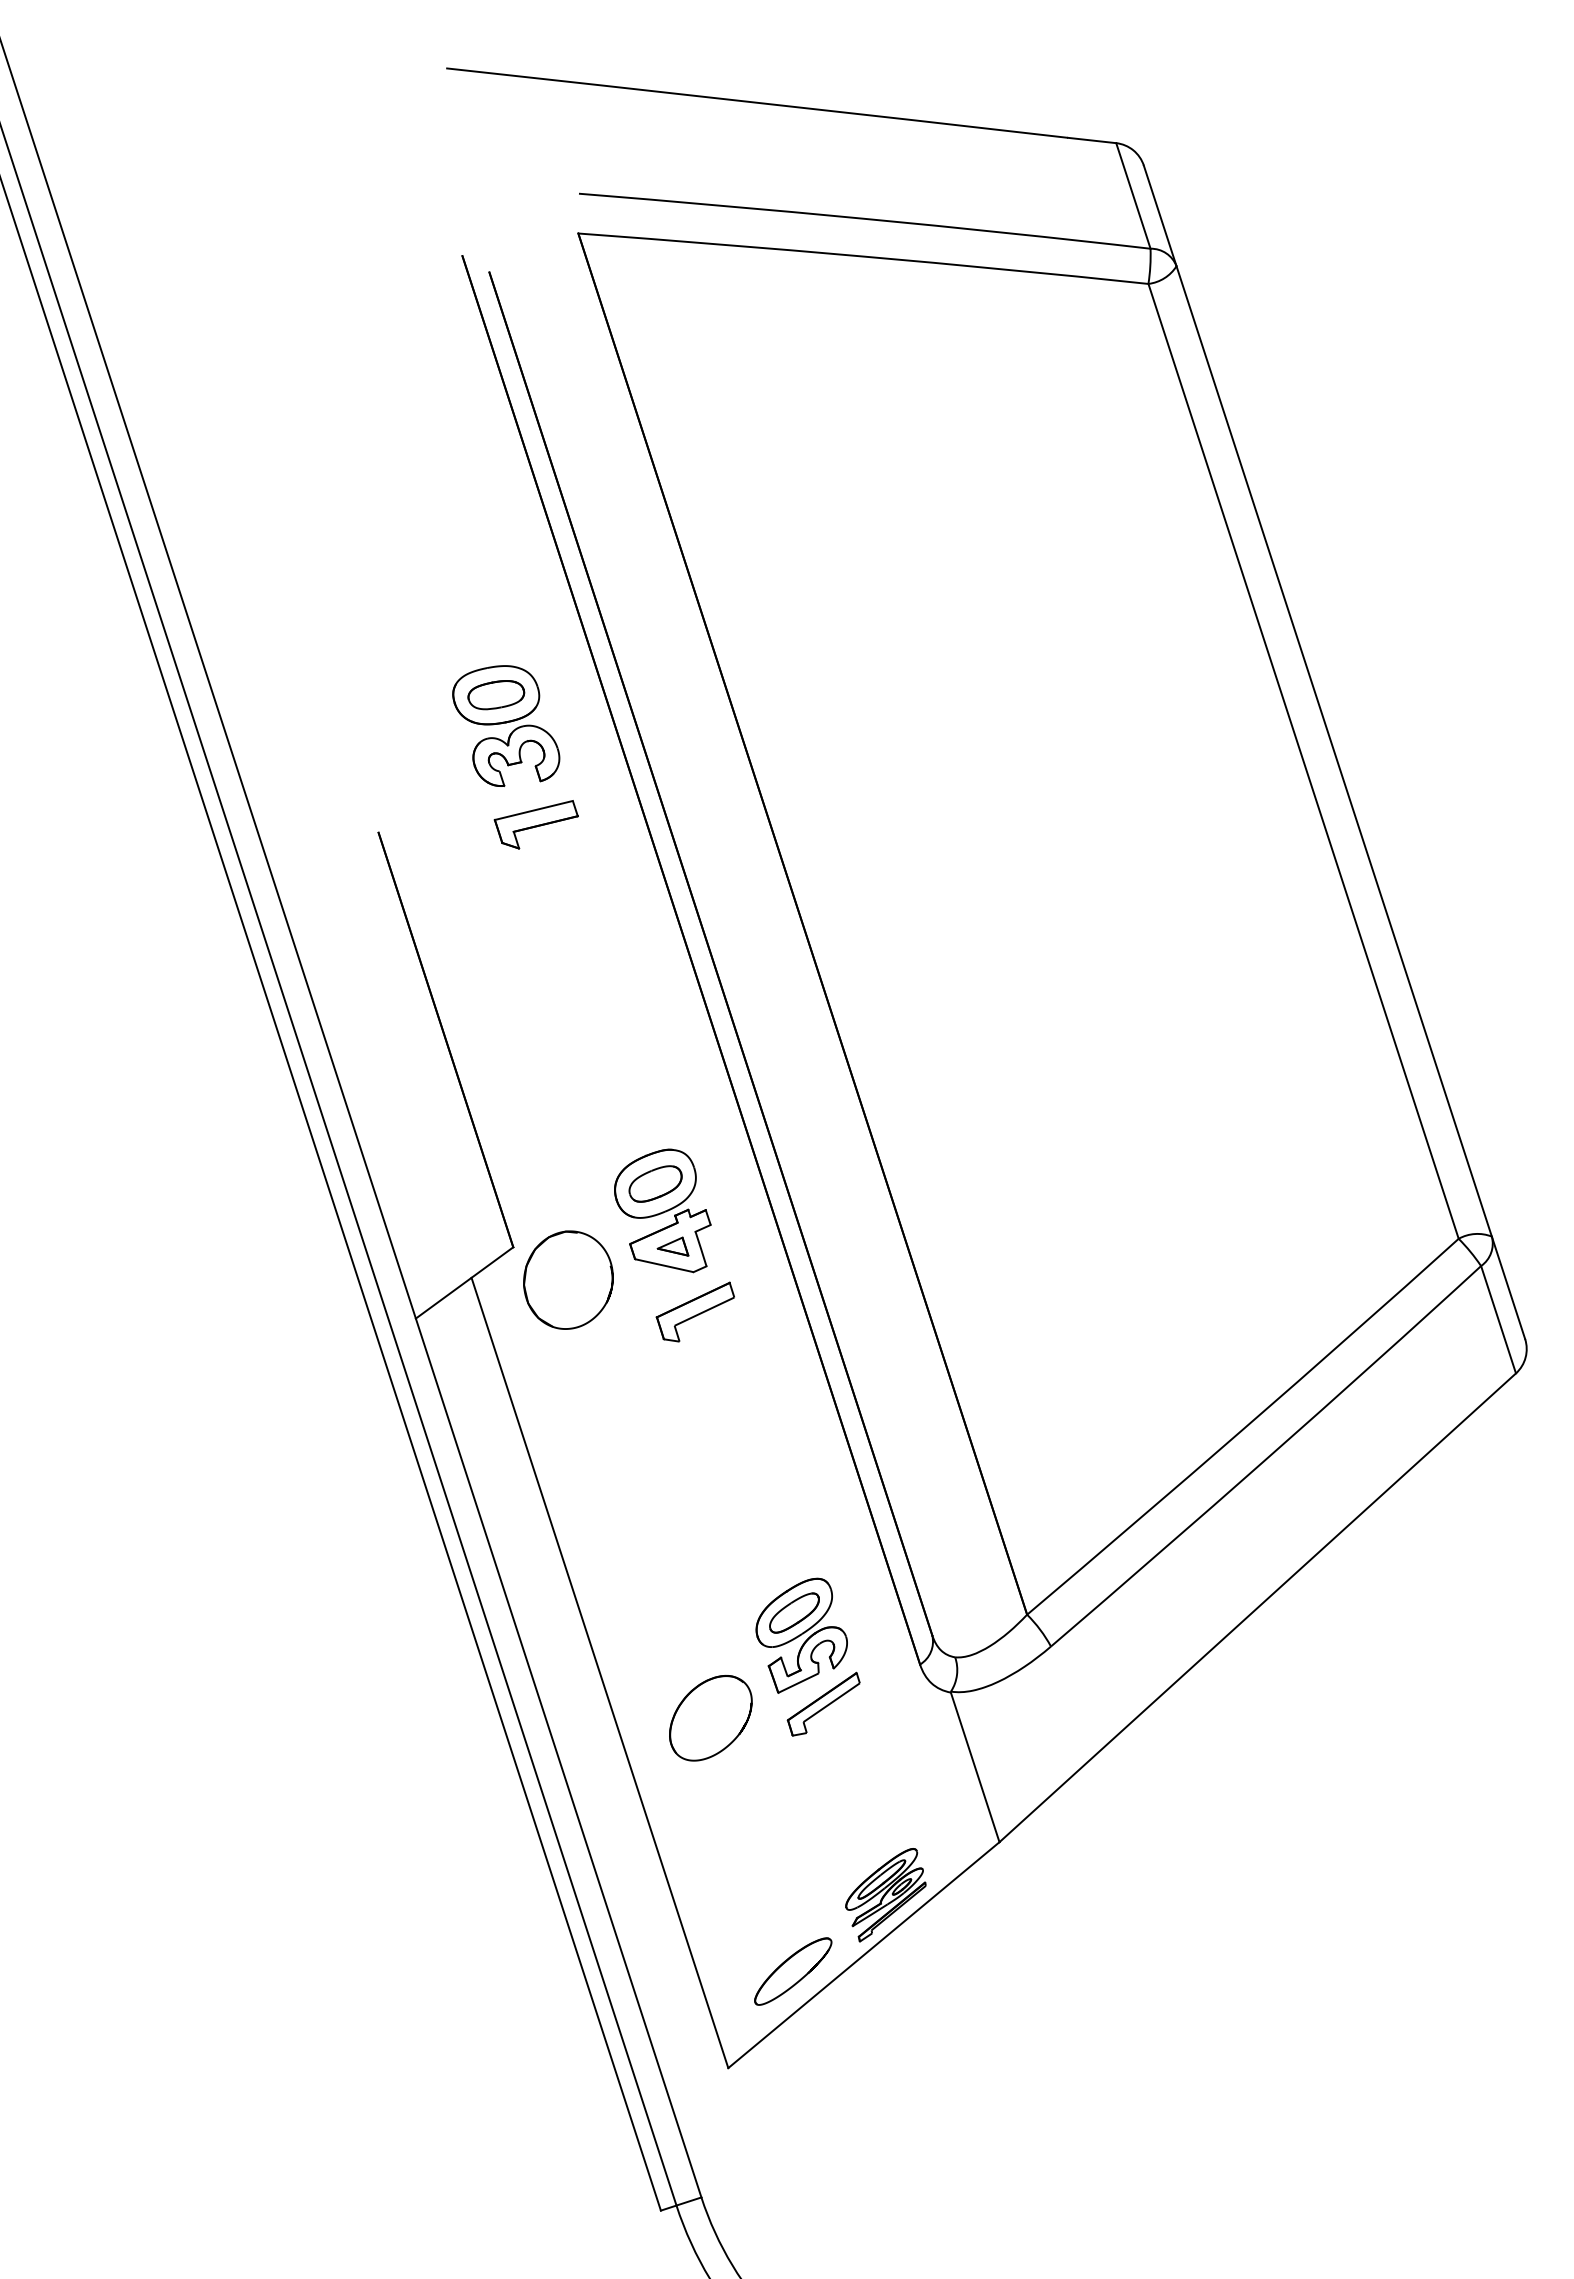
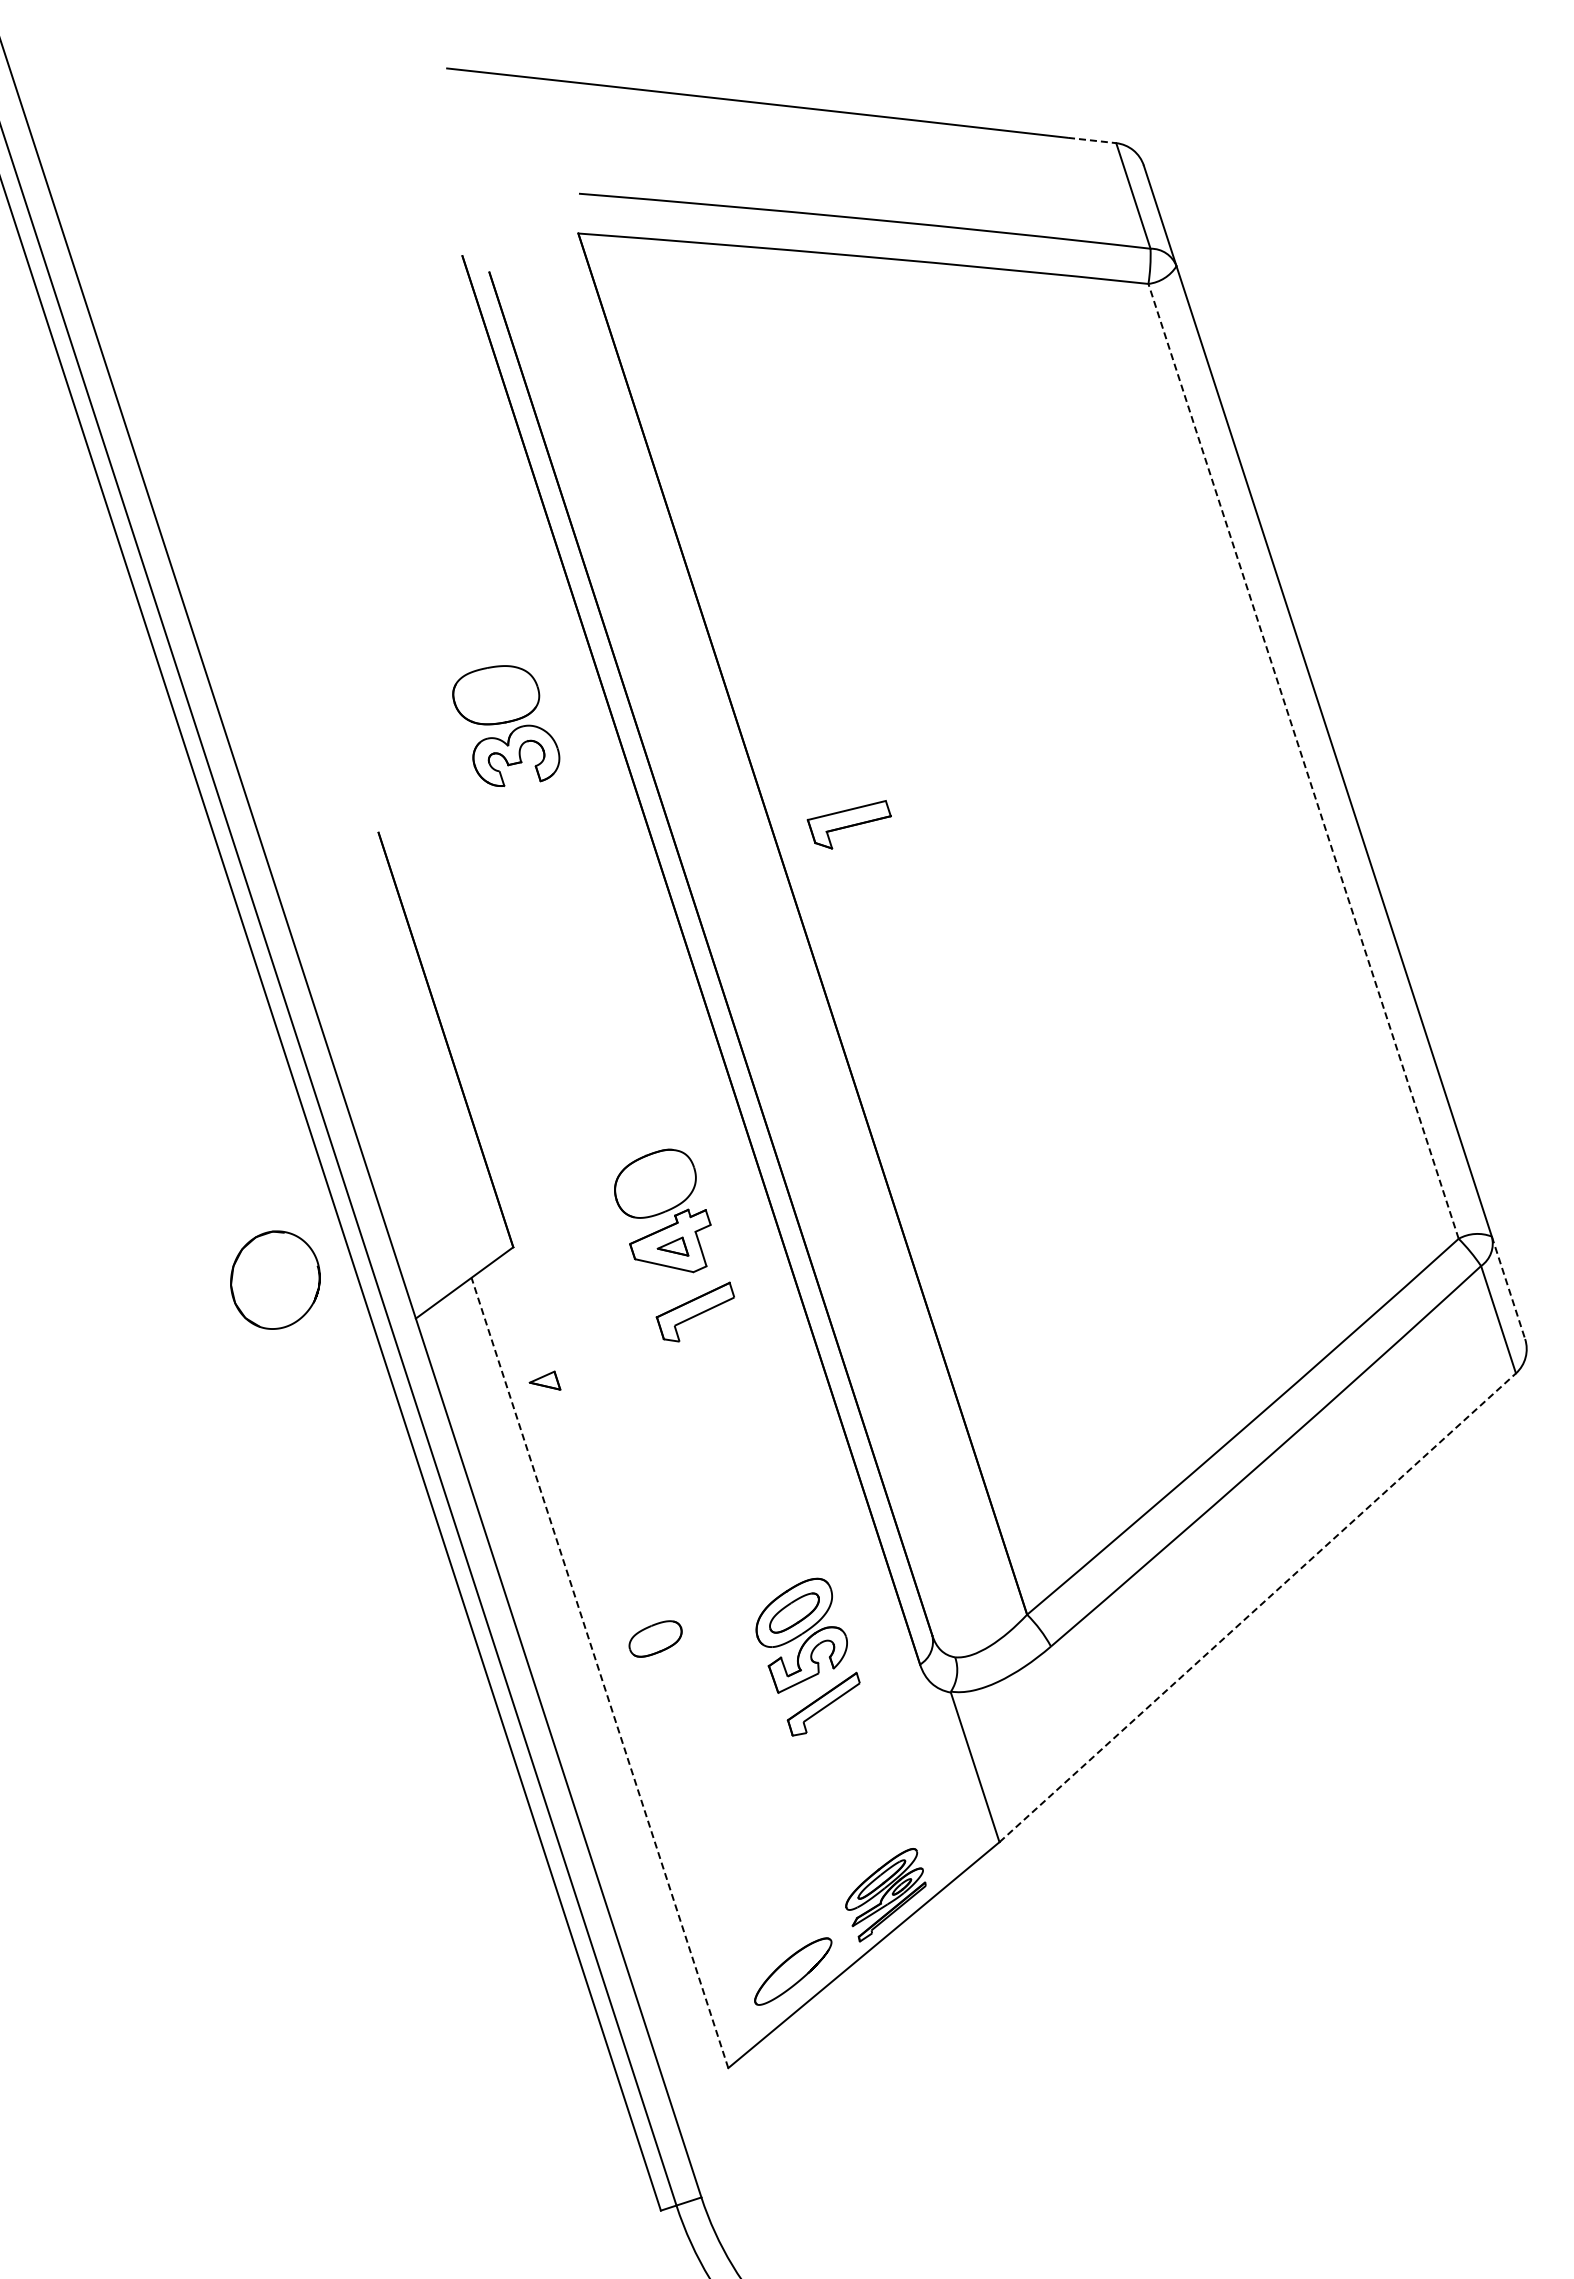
line at (1092, 140): solid -> dashed
part at (496, 695): present -> none
line at (1303, 761): solid -> dashed
part at (535, 824) position: (535, 824) -> (848, 824)
part at (655, 1183) position: (655, 1183) -> (655, 1638)
part at (568, 1279) position: (568, 1279) -> (275, 1279)
line at (1508, 1287): solid -> dashed
part at (544, 1380): none -> present
line at (1257, 1607): solid -> dashed
line at (599, 1672): solid -> dashed
part at (710, 1718): present -> none
